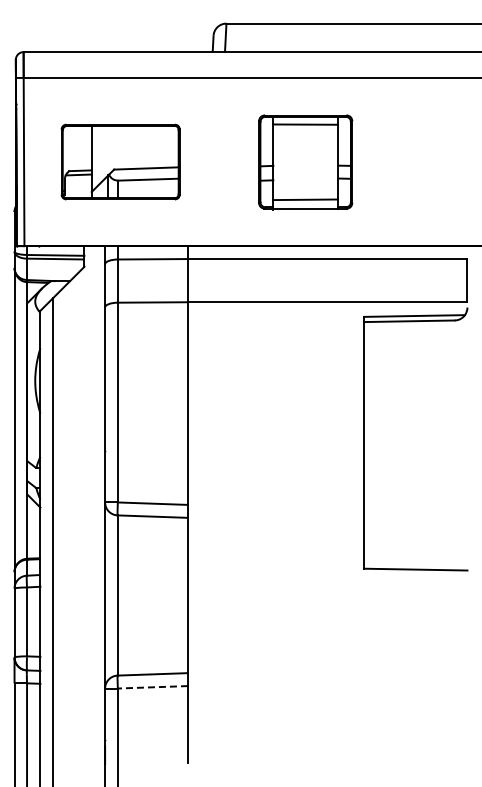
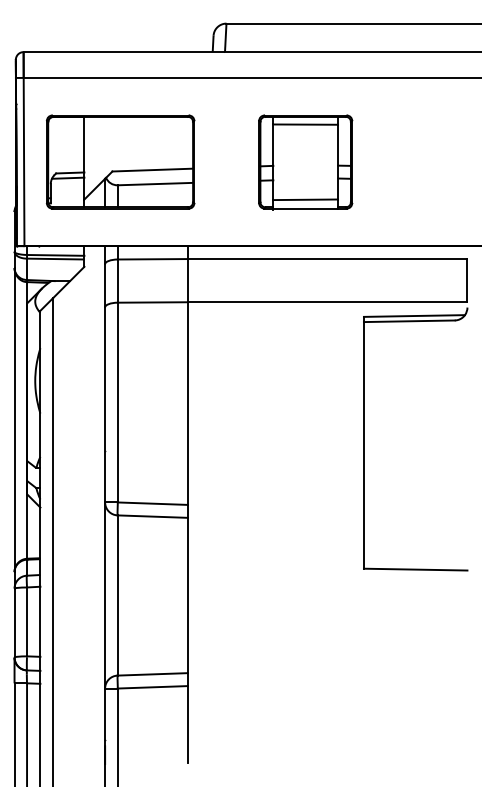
part at (120, 161) size: 121x78 px -> 150x96 px
line at (152, 687): dashed -> solid
